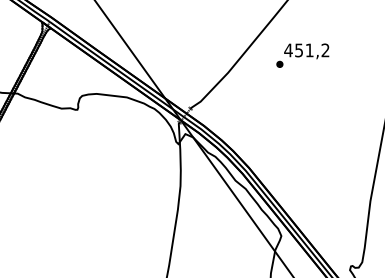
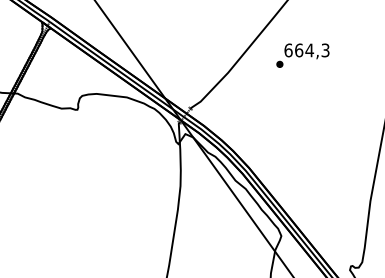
text at (306, 50): 451,2 -> 664,3
